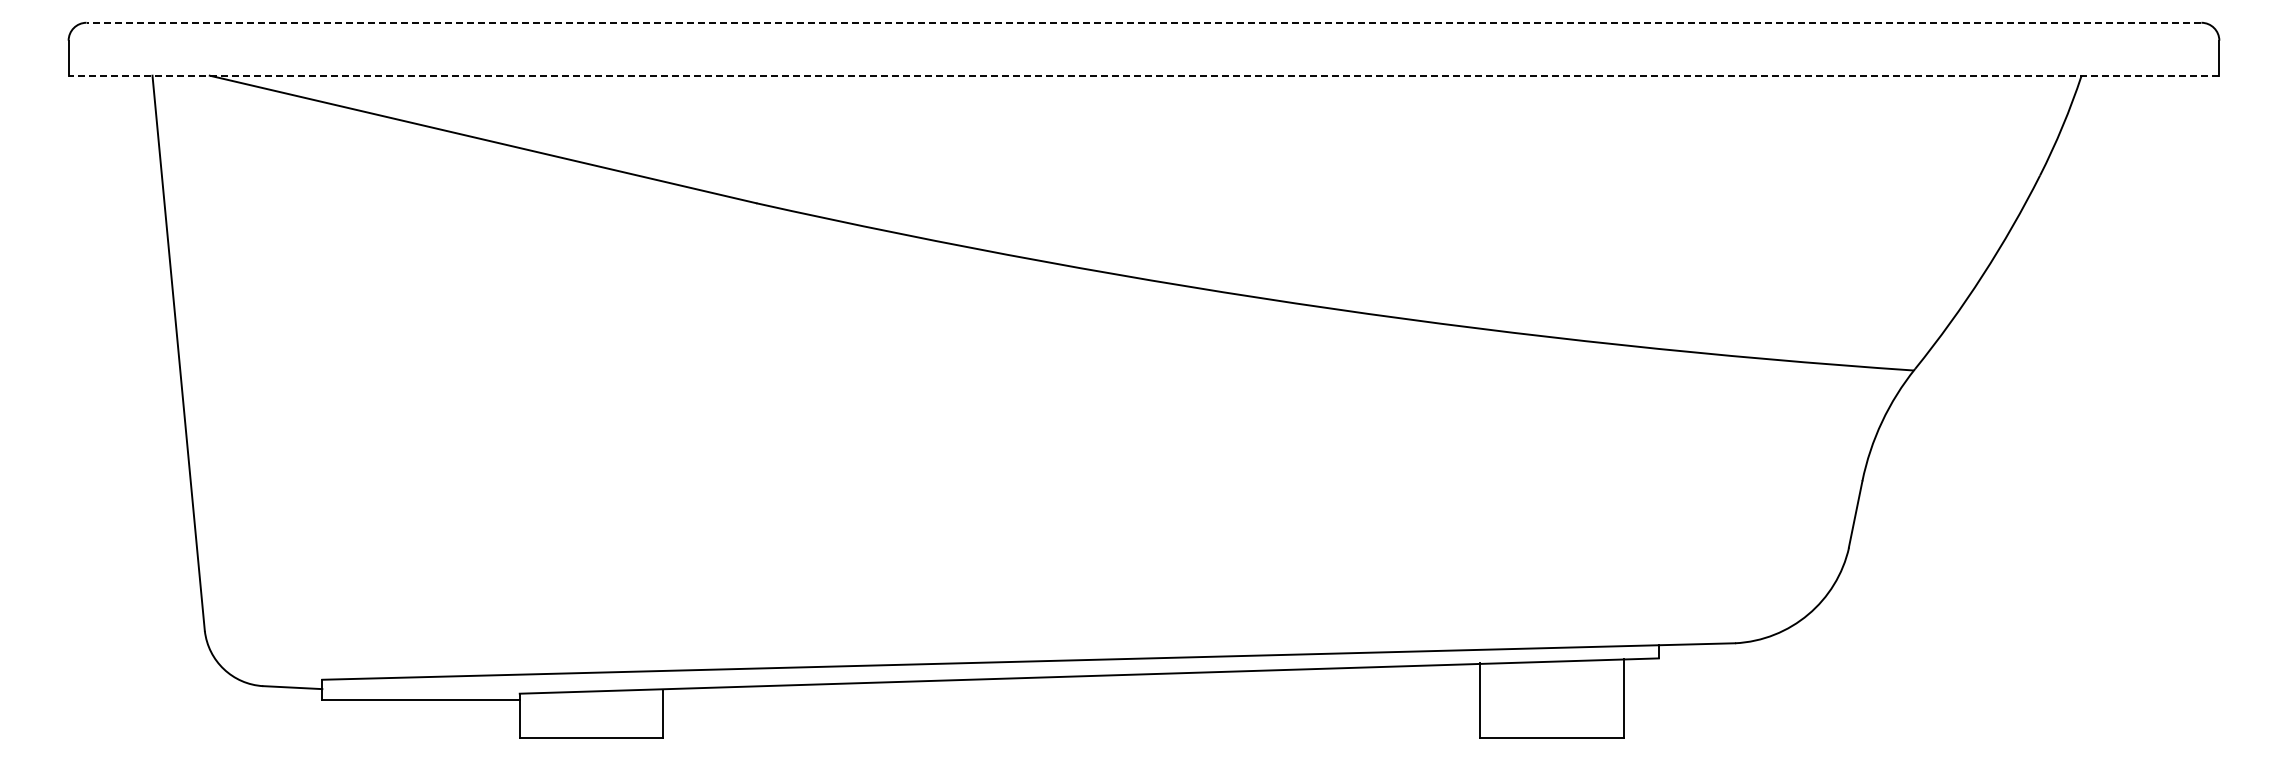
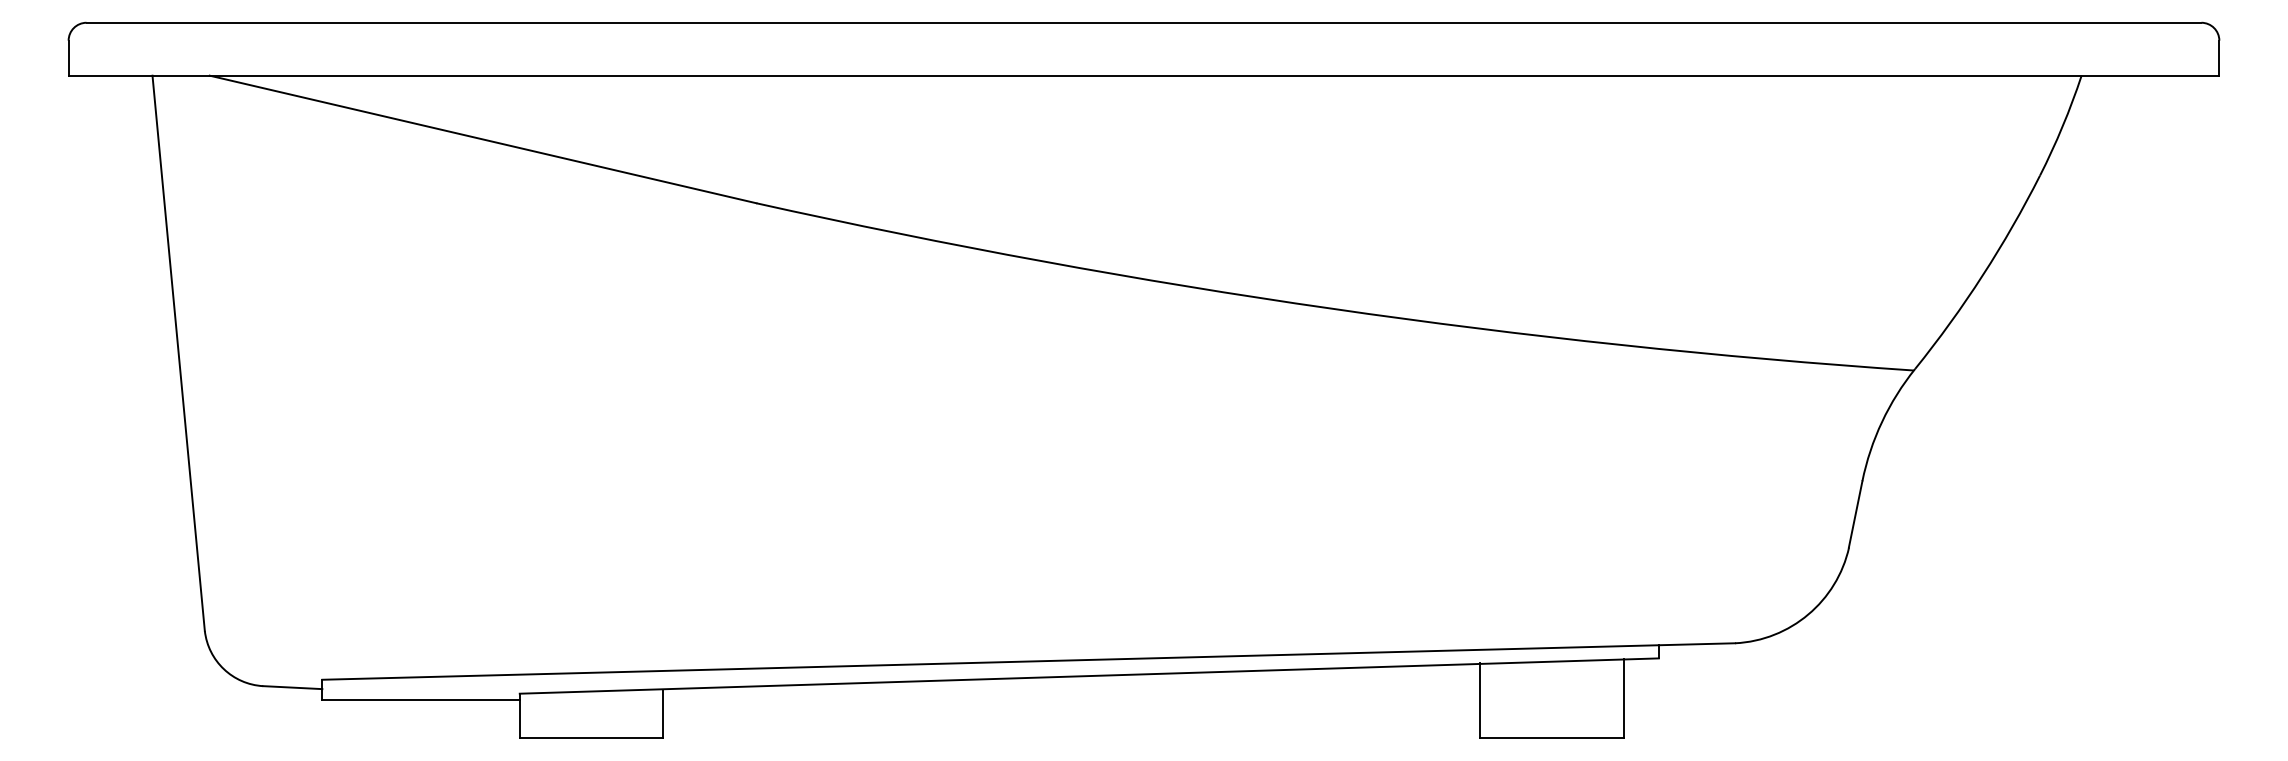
line at (1143, 22): dashed -> solid
line at (1143, 75): dashed -> solid
